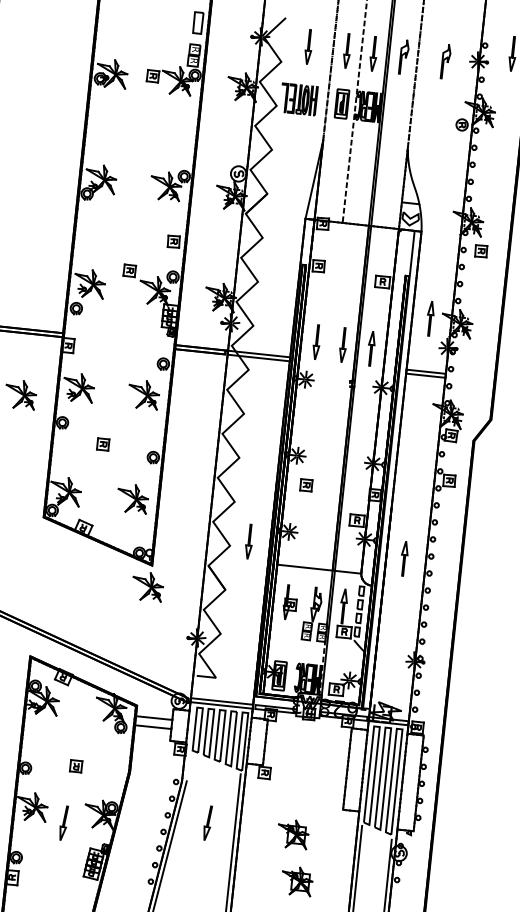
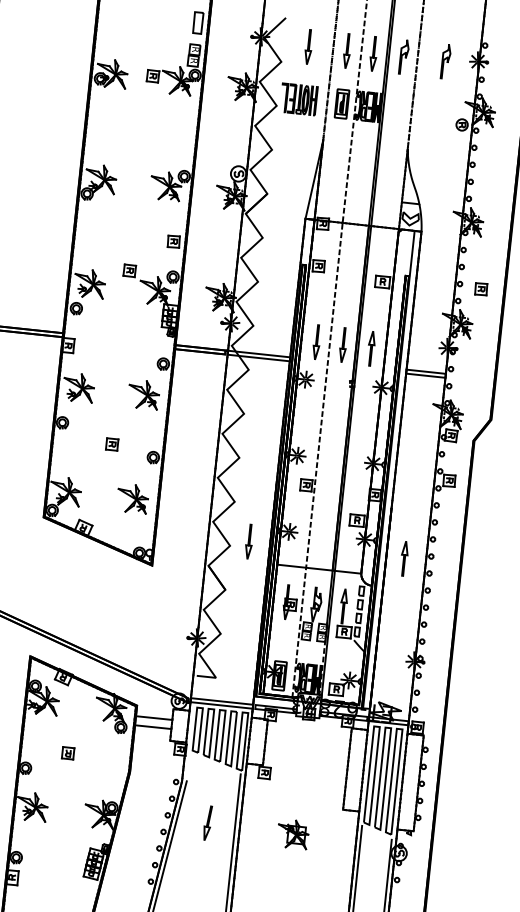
part at (512, 53): present -> none
part at (481, 251) position: (481, 251) -> (481, 289)
part at (430, 318): present -> none
part at (20, 395): present -> none
part at (103, 444) position: (103, 444) -> (112, 444)
line at (317, 459): none -> present
part at (147, 587): present -> none
part at (75, 766) position: (75, 766) -> (67, 753)
part at (64, 822): present -> none
part at (297, 881): present -> none
